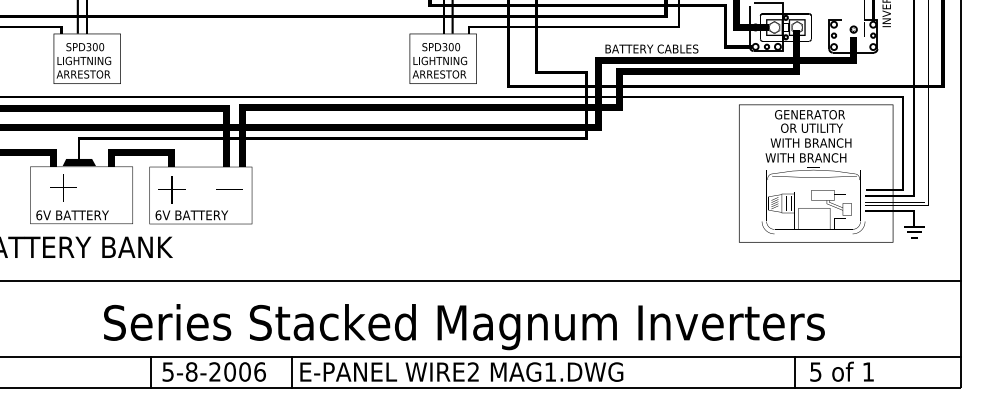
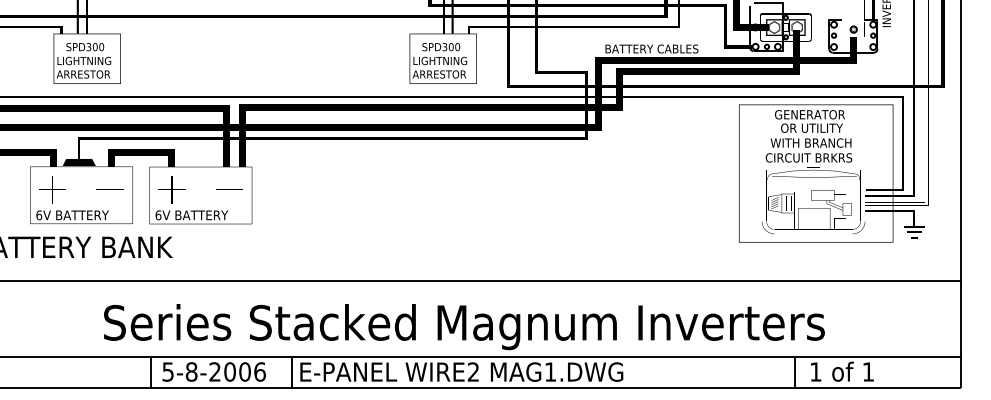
text at (808, 157): WITH BRANCH -> CIRCUIT BRKRS
part at (63, 187) position: (63, 187) -> (52, 189)
line at (109, 189): none -> present
text at (815, 371): 5 -> 1
